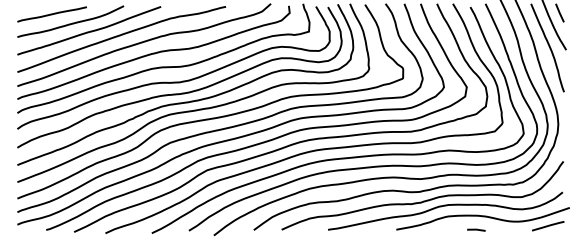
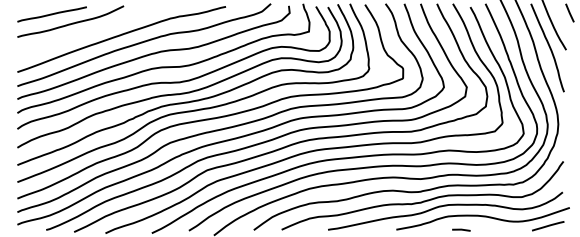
line at (559, 12) position: (559, 12) -> (569, 12)
curve at (90, 30): present -> none
line at (476, 229) position: (476, 229) -> (461, 229)
